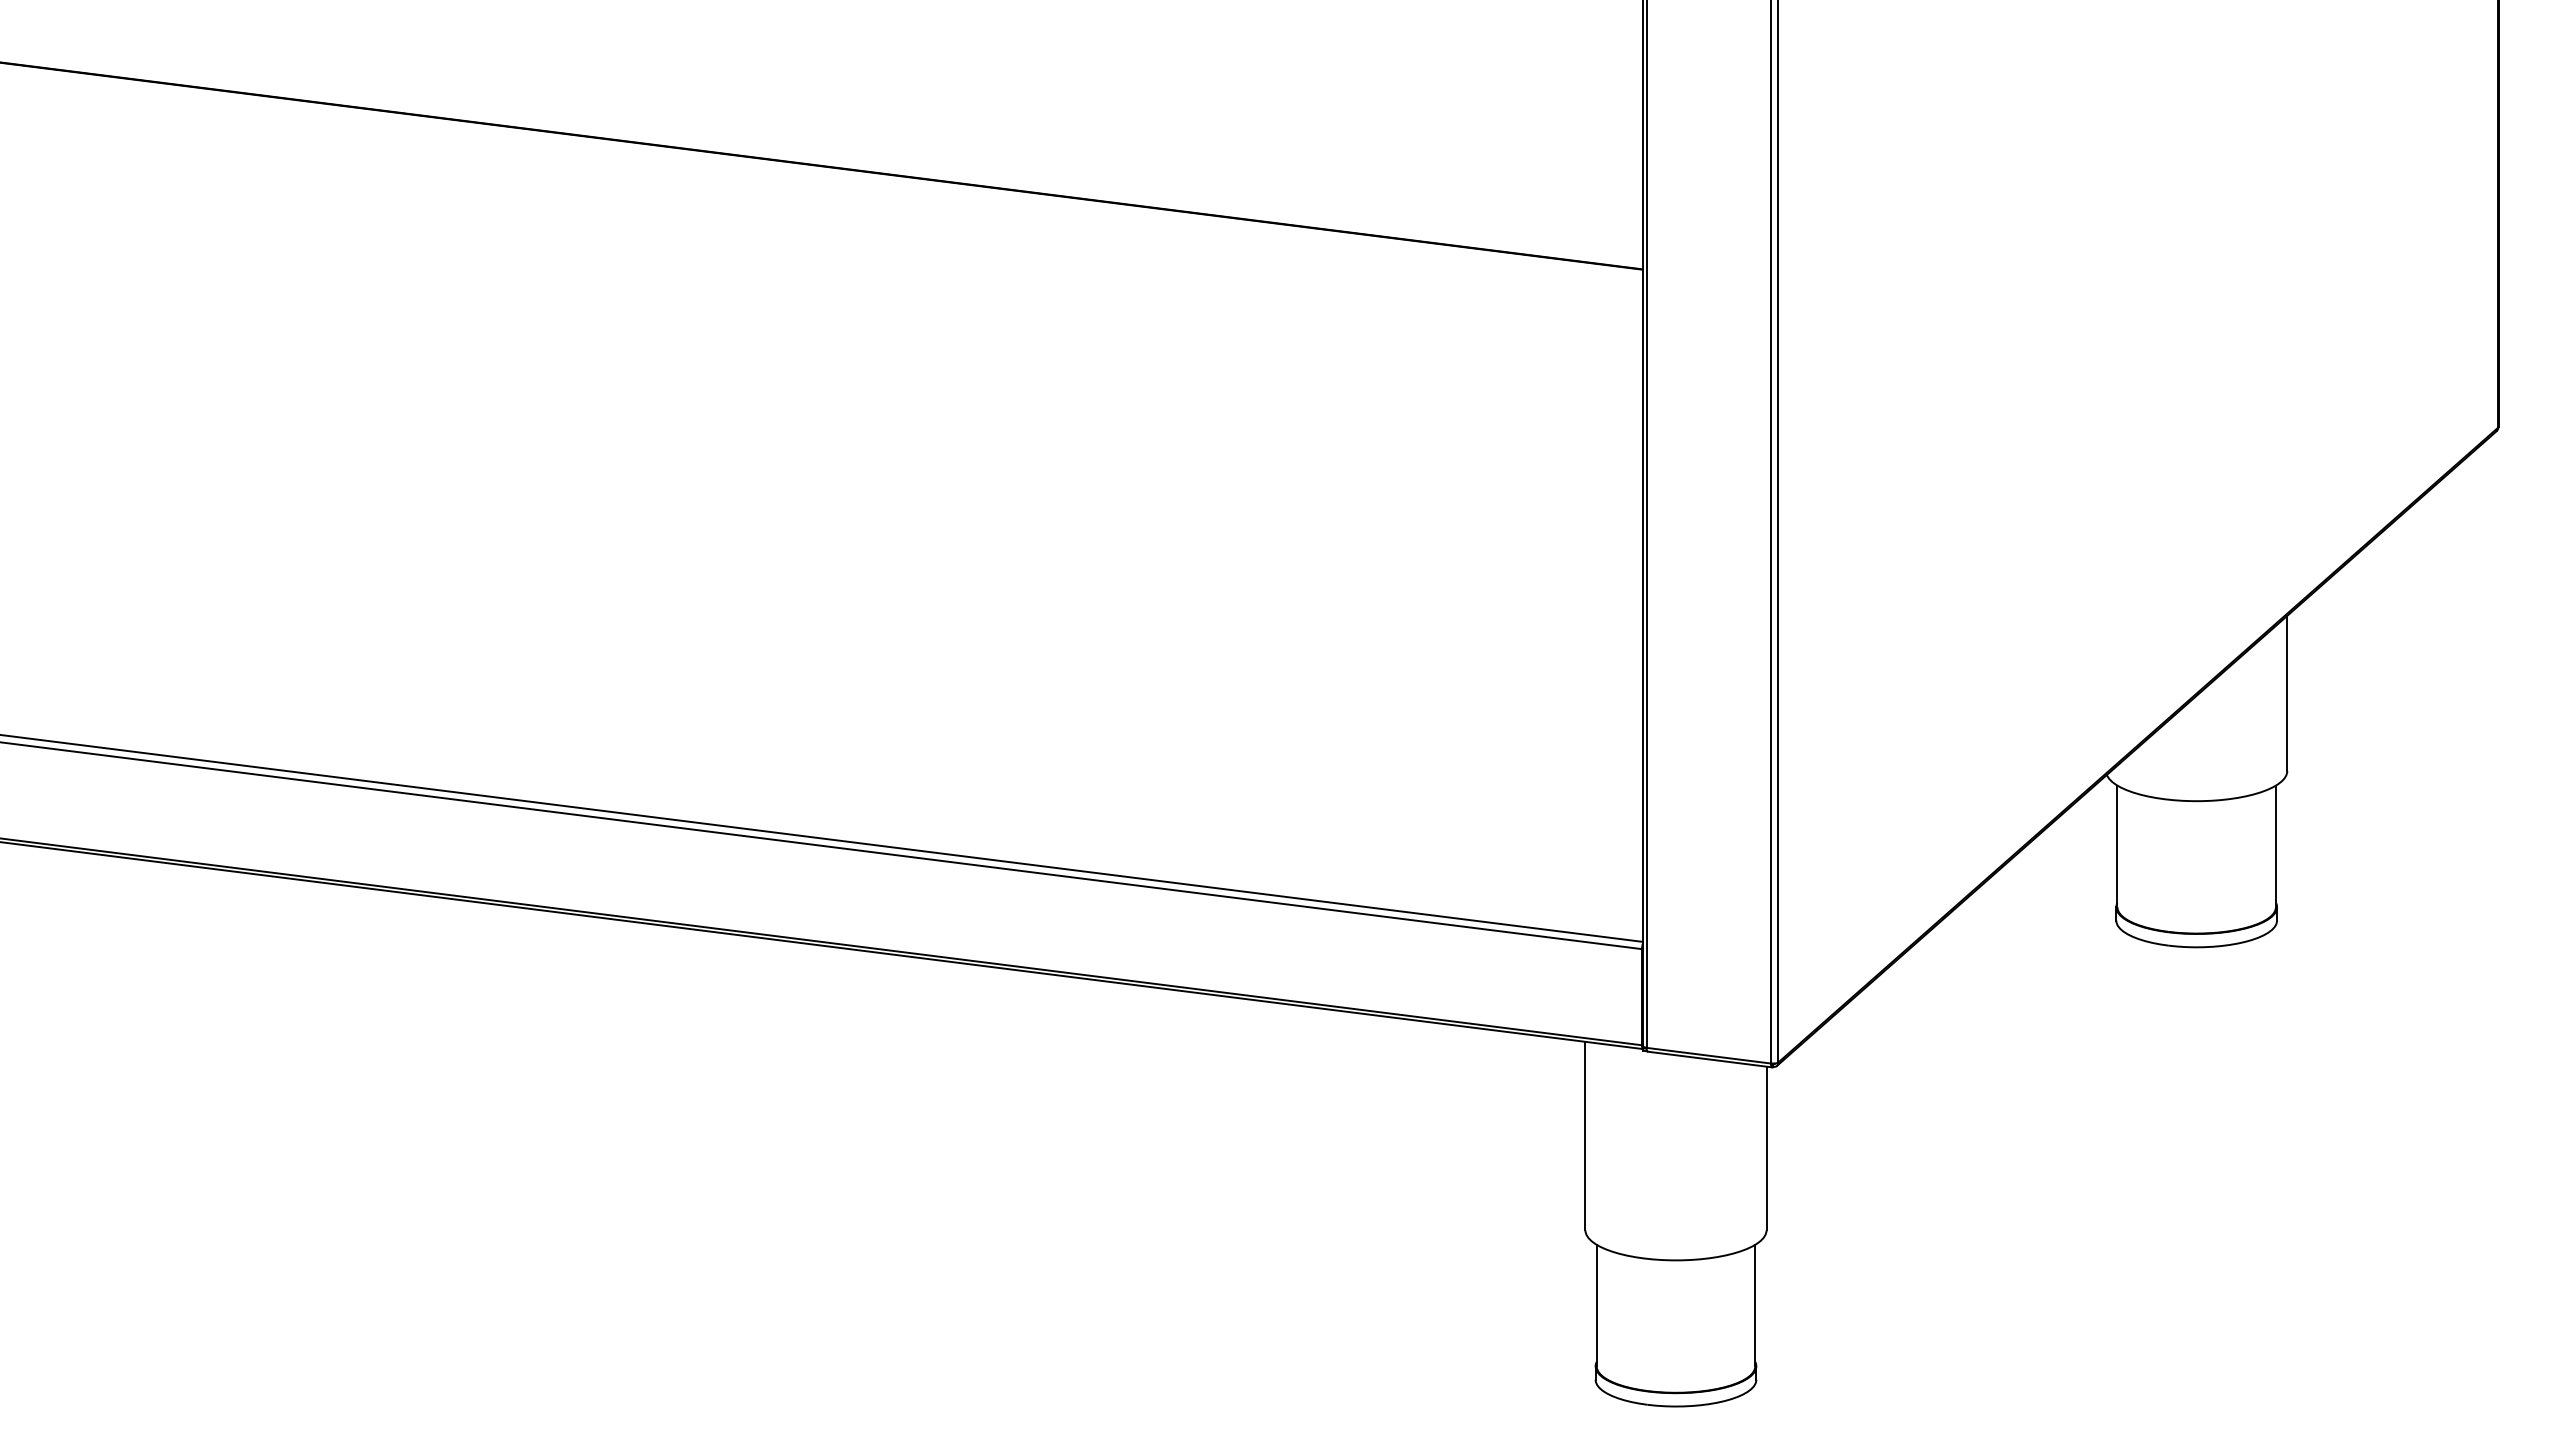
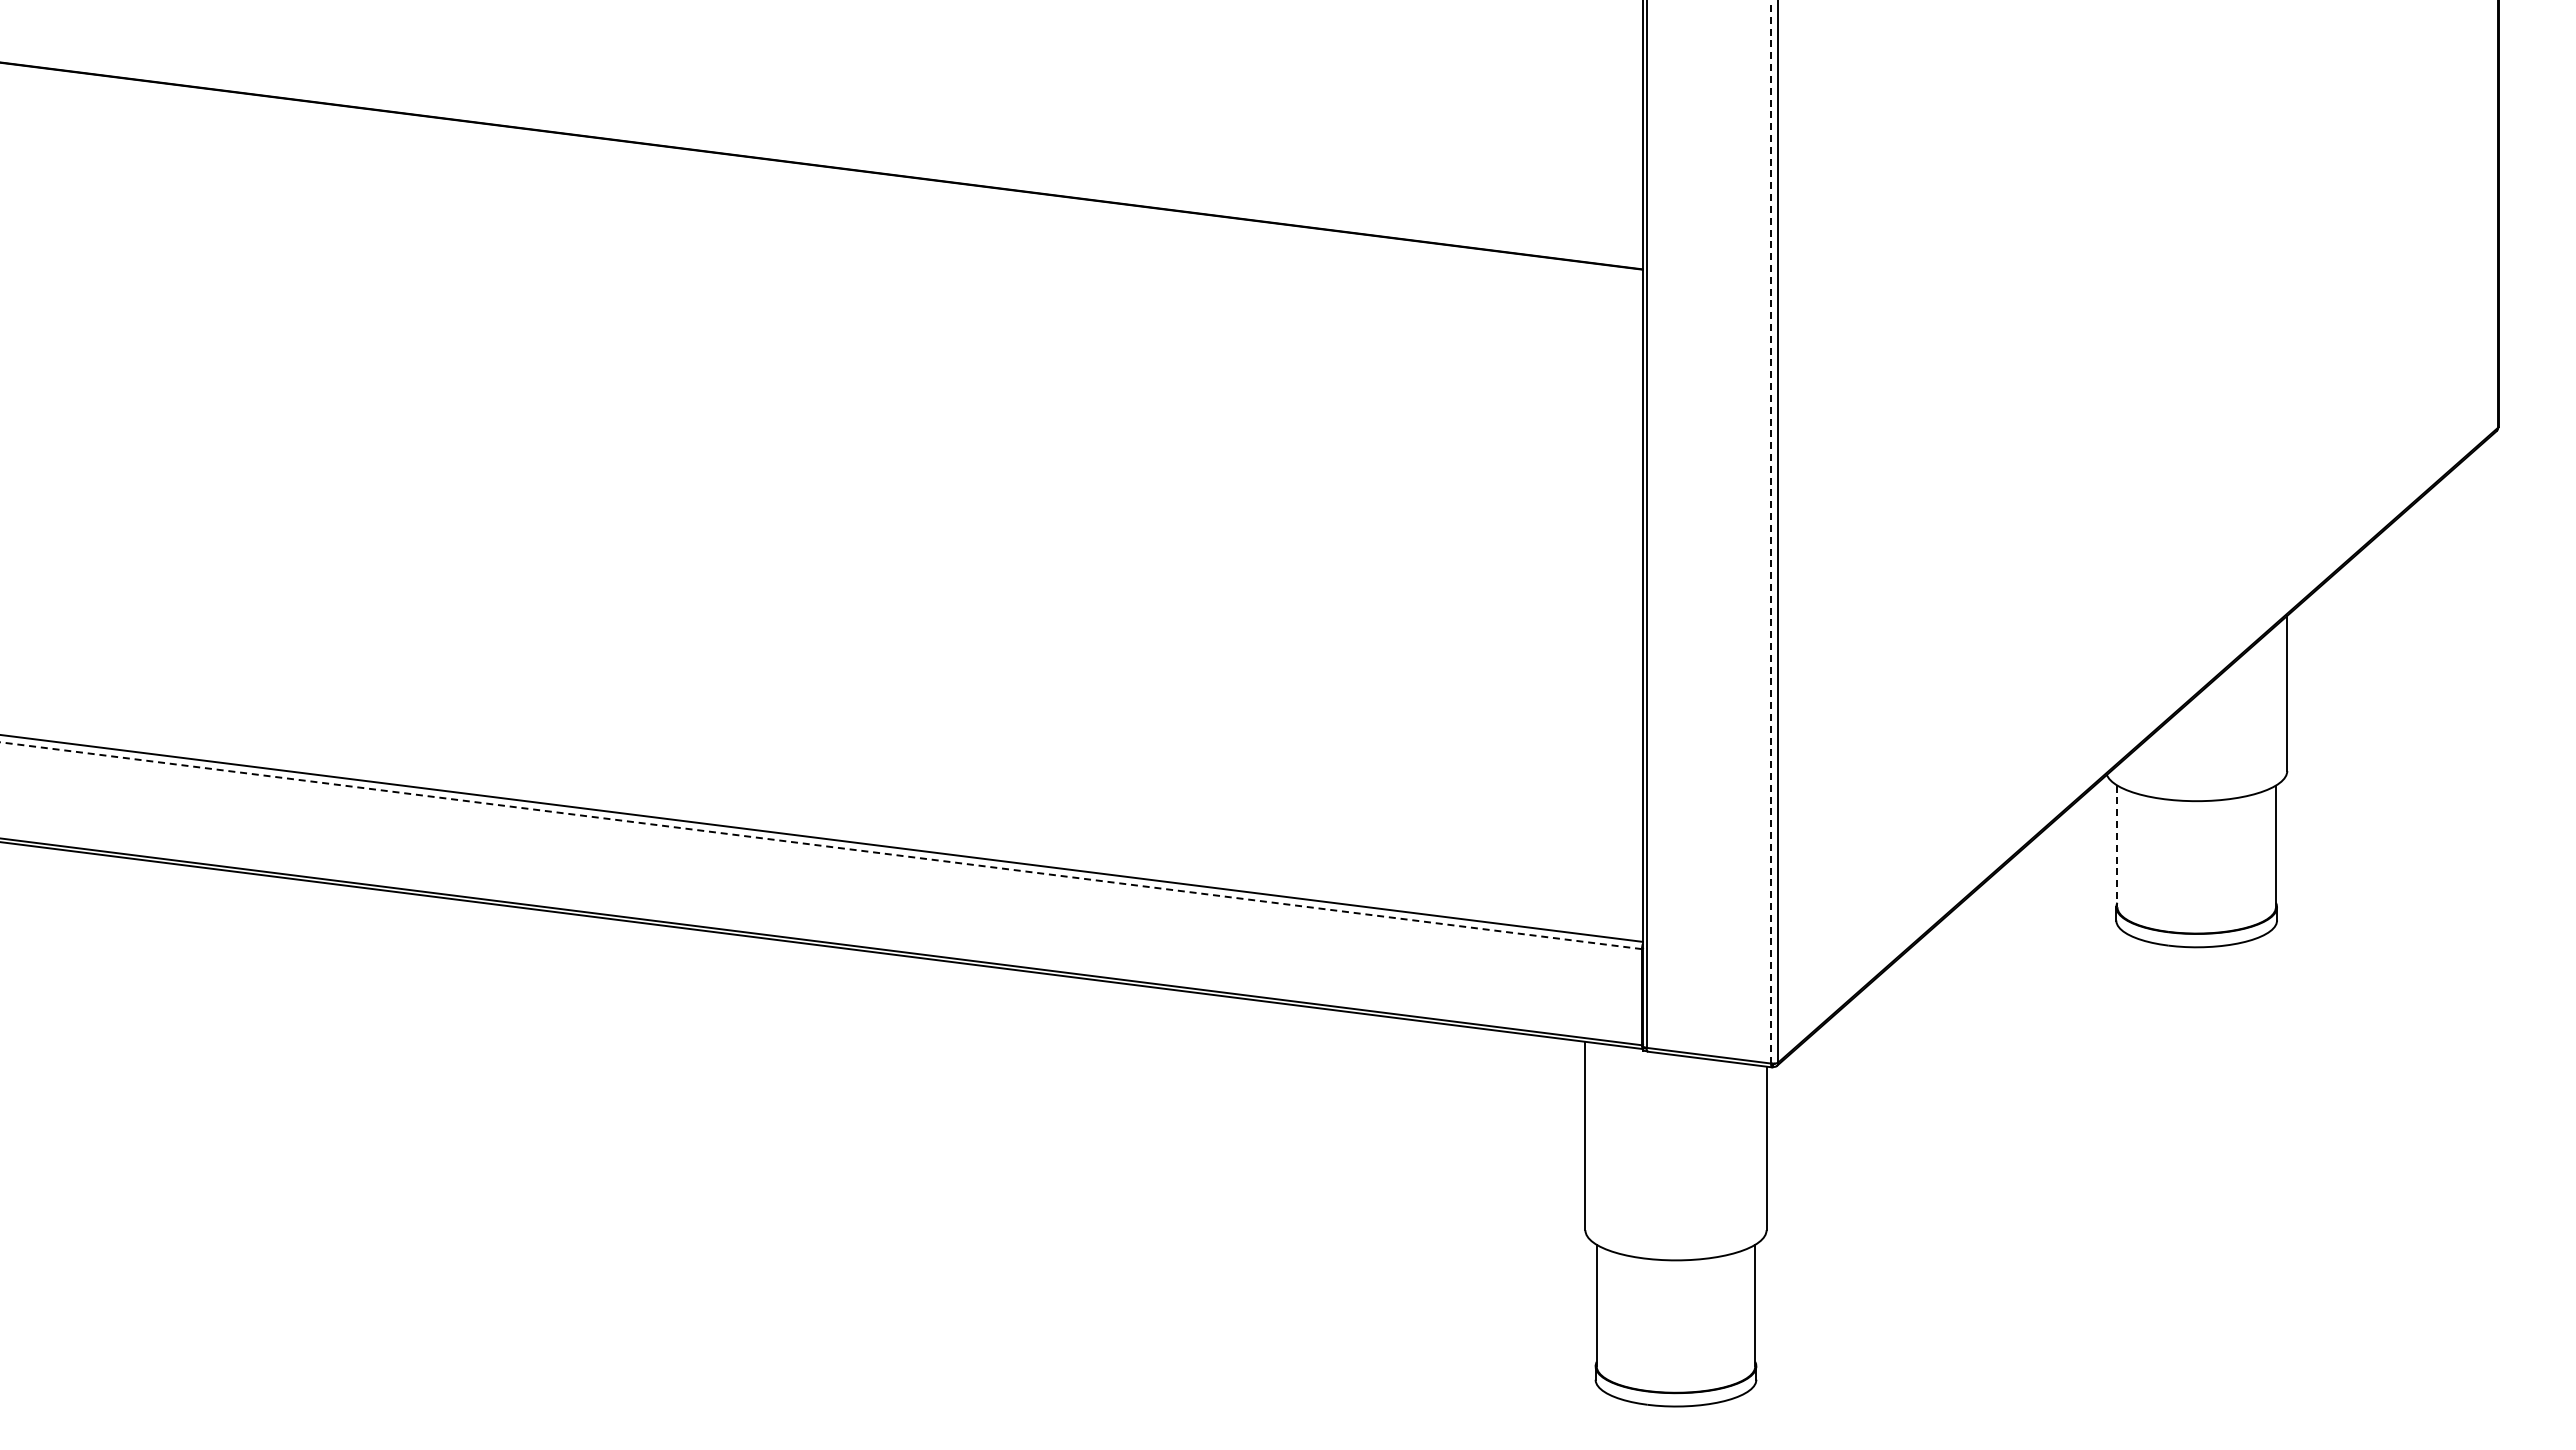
line at (1771, 531): solid -> dashed
line at (821, 845): solid -> dashed
line at (2117, 846): solid -> dashed
